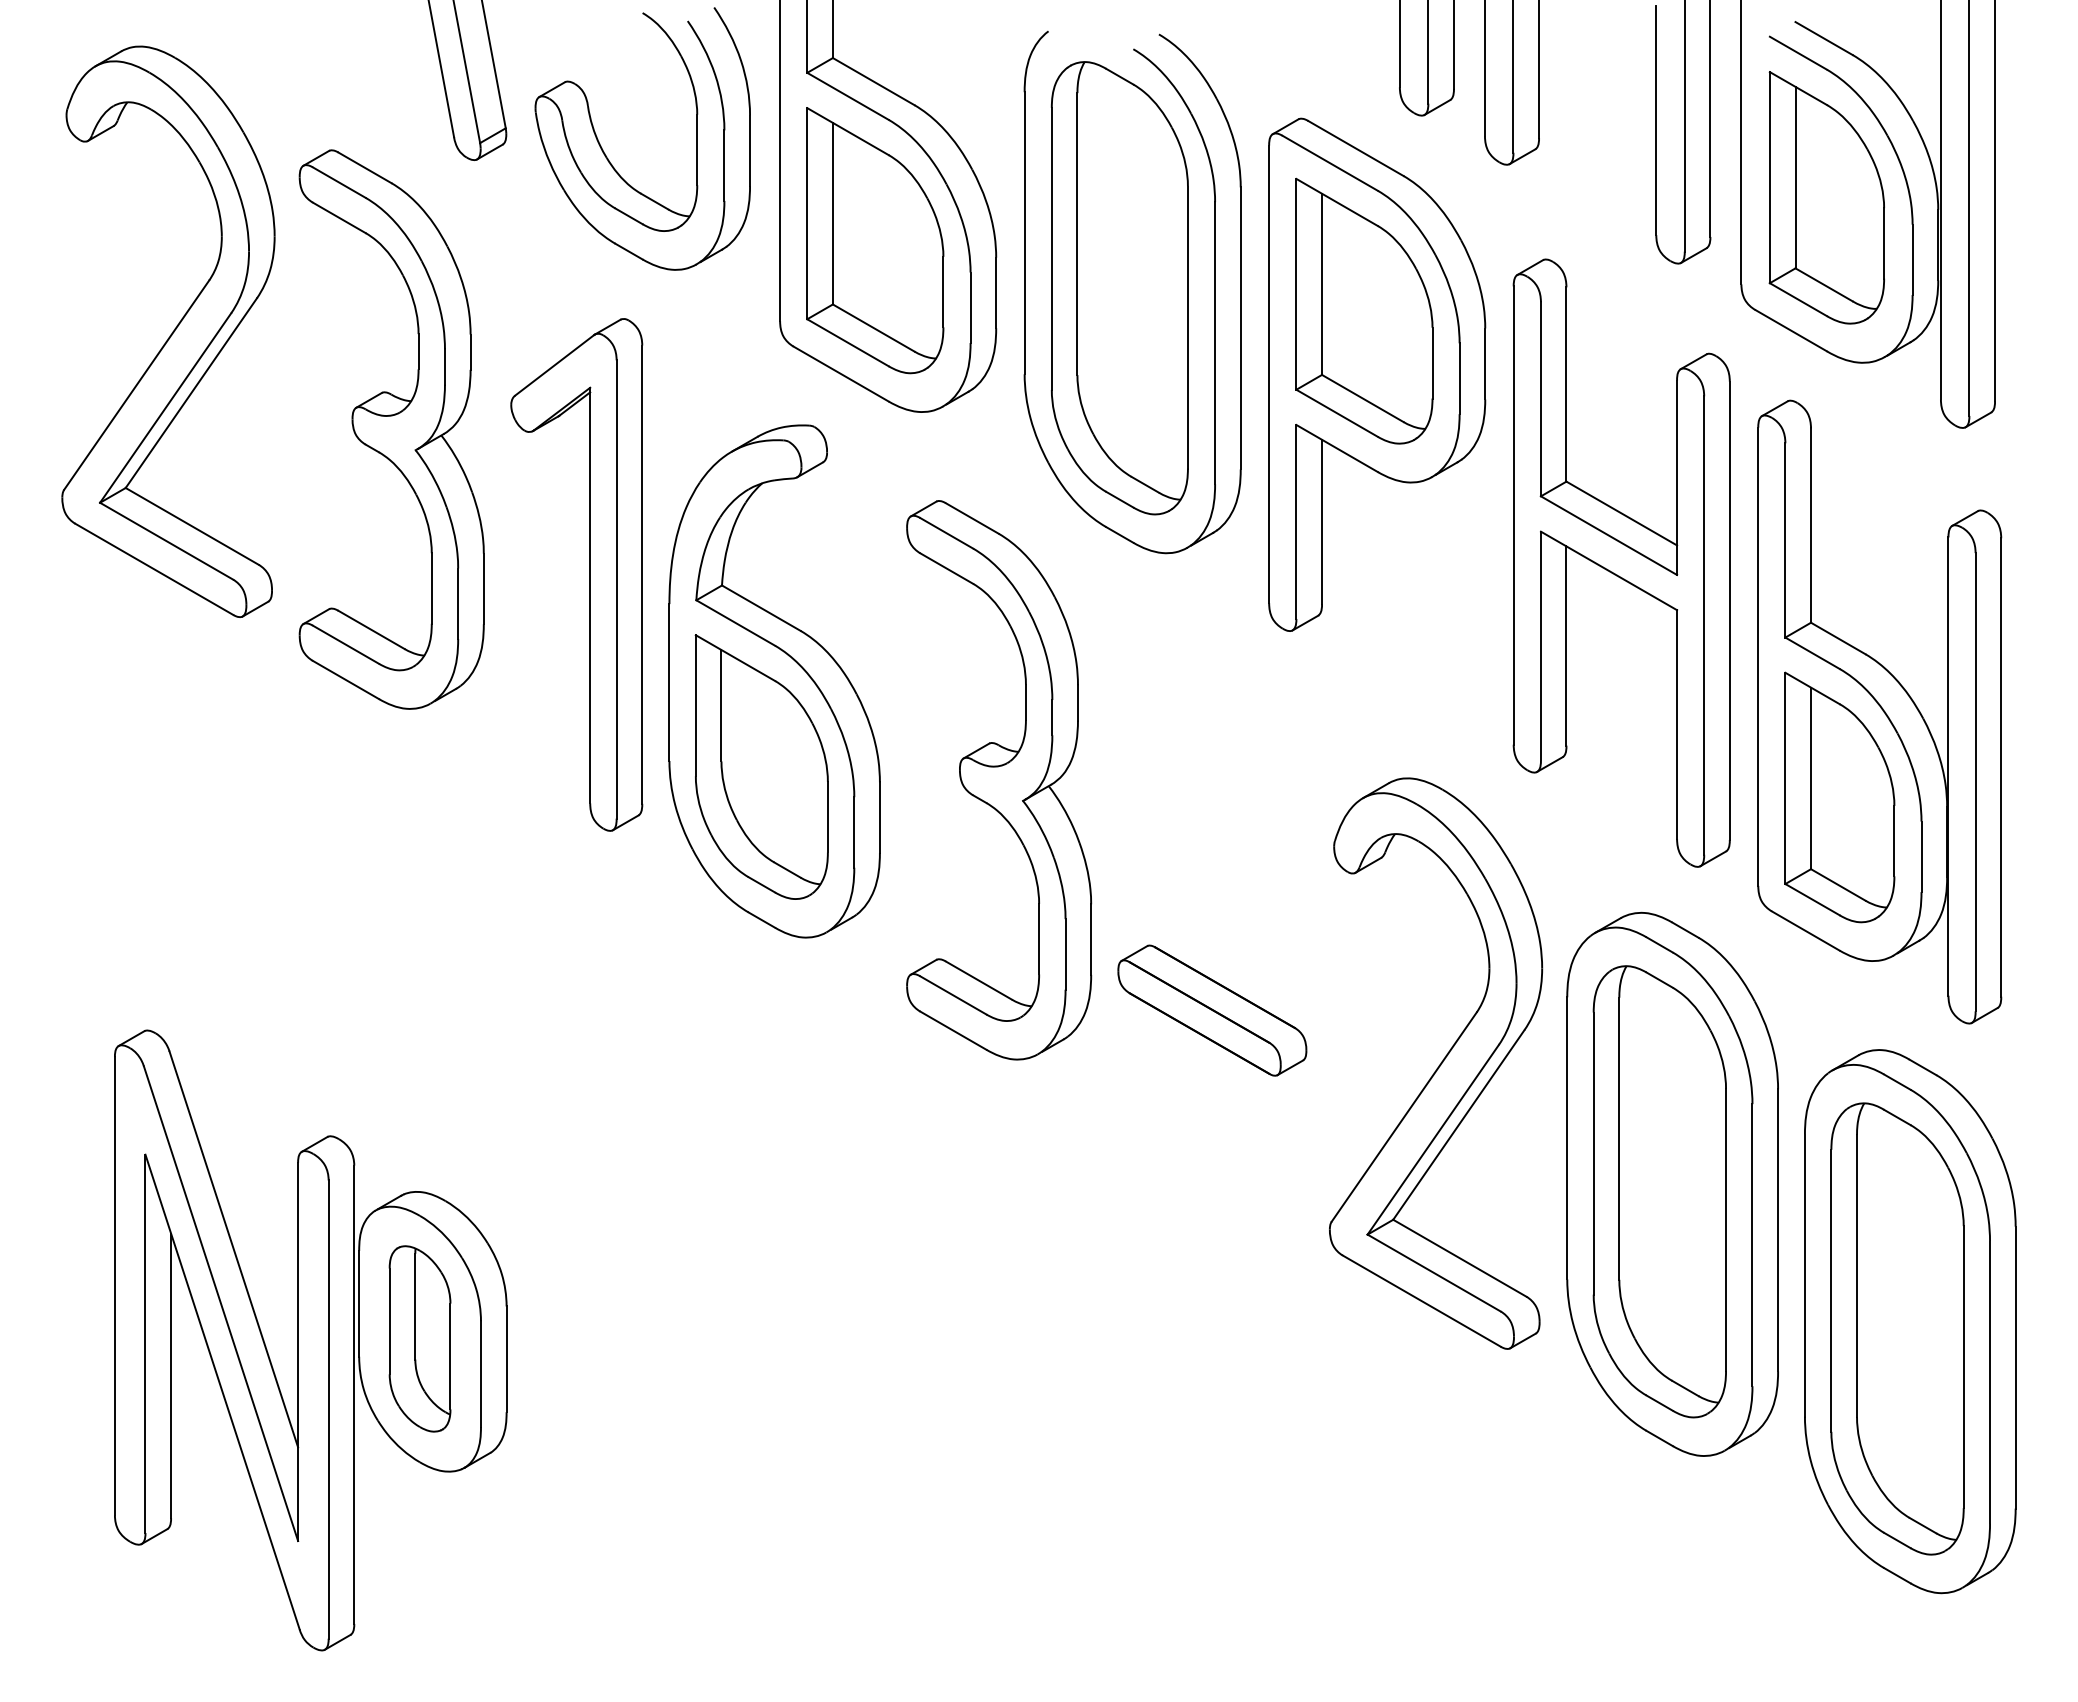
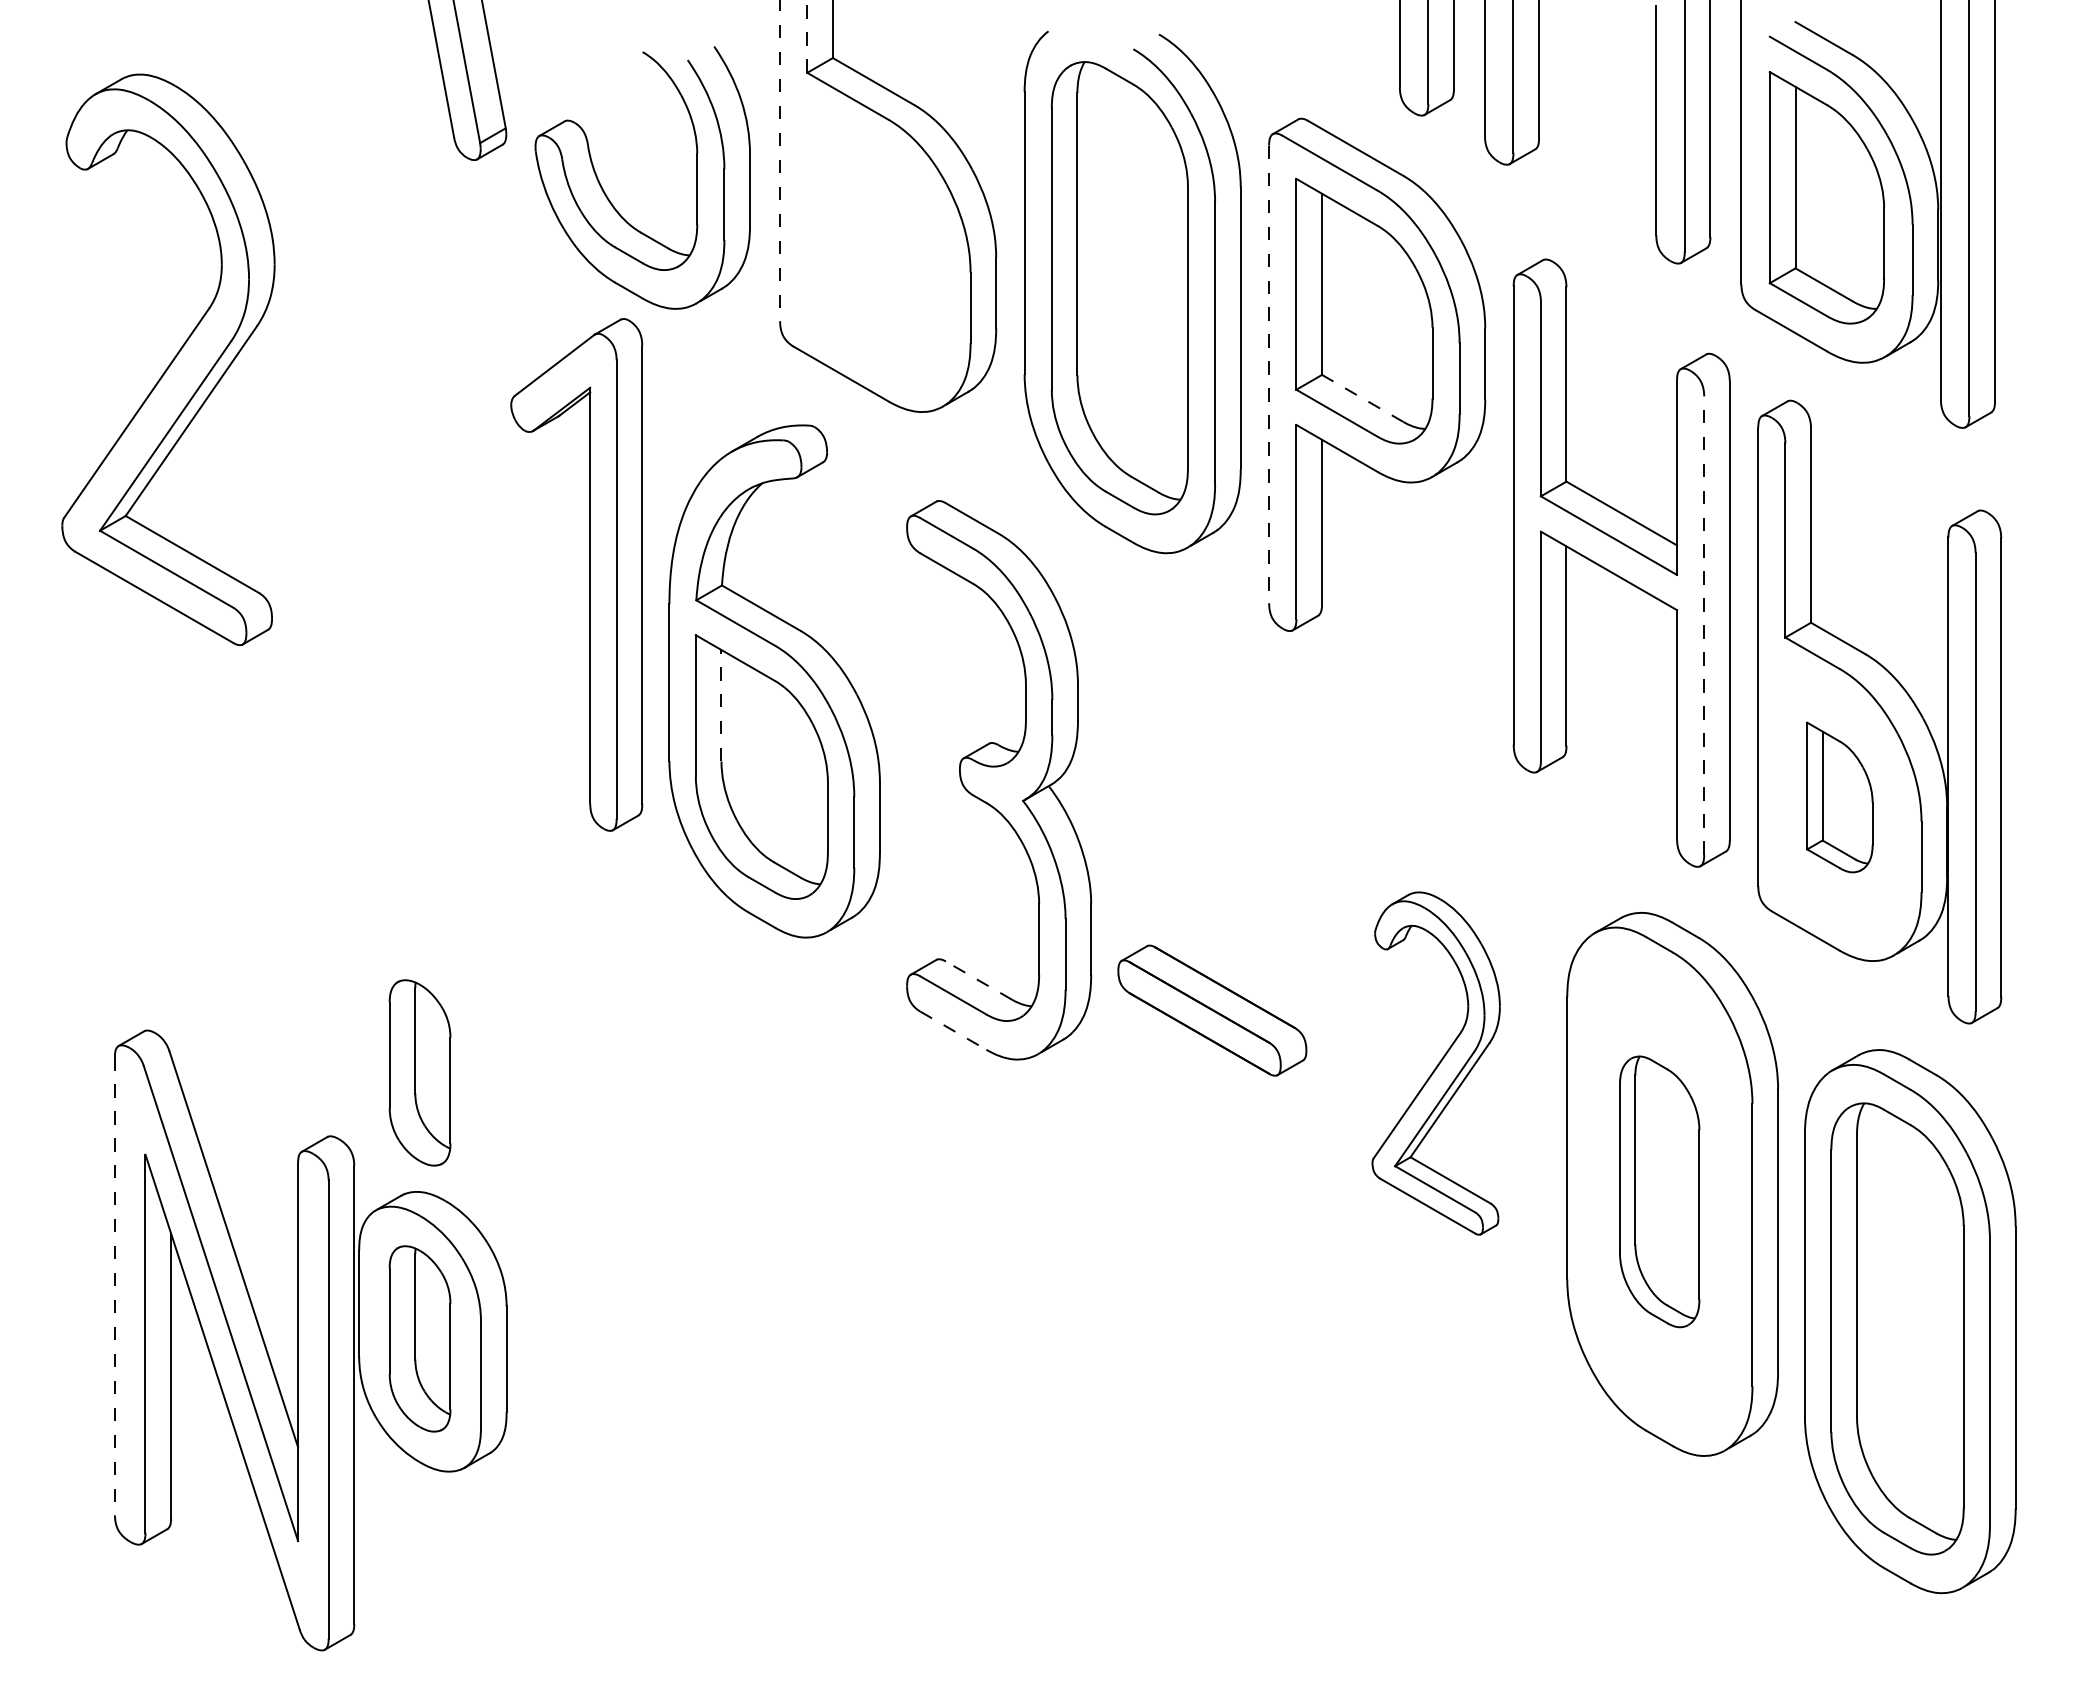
line at (807, 35): solid -> dashed
part at (610, 161) position: (610, 161) -> (610, 200)
line at (780, 161): solid -> dashed
part at (875, 240): present -> none
part at (168, 331) position: (168, 331) -> (168, 359)
line at (1269, 374): solid -> dashed
line at (1362, 398): solid -> dashed
part at (391, 429): present -> none
line at (1704, 625): solid -> dashed
line at (721, 705): solid -> dashed
part at (1839, 797) size: 112x253 px -> 68x153 px
line at (978, 980): solid -> dashed
line at (953, 1030): solid -> dashed
part at (1436, 1063) size: 215x573 px -> 130x345 px
part at (419, 1072): none -> present
part at (1659, 1191) size: 135x454 px -> 82x274 px
line at (114, 1286): solid -> dashed
